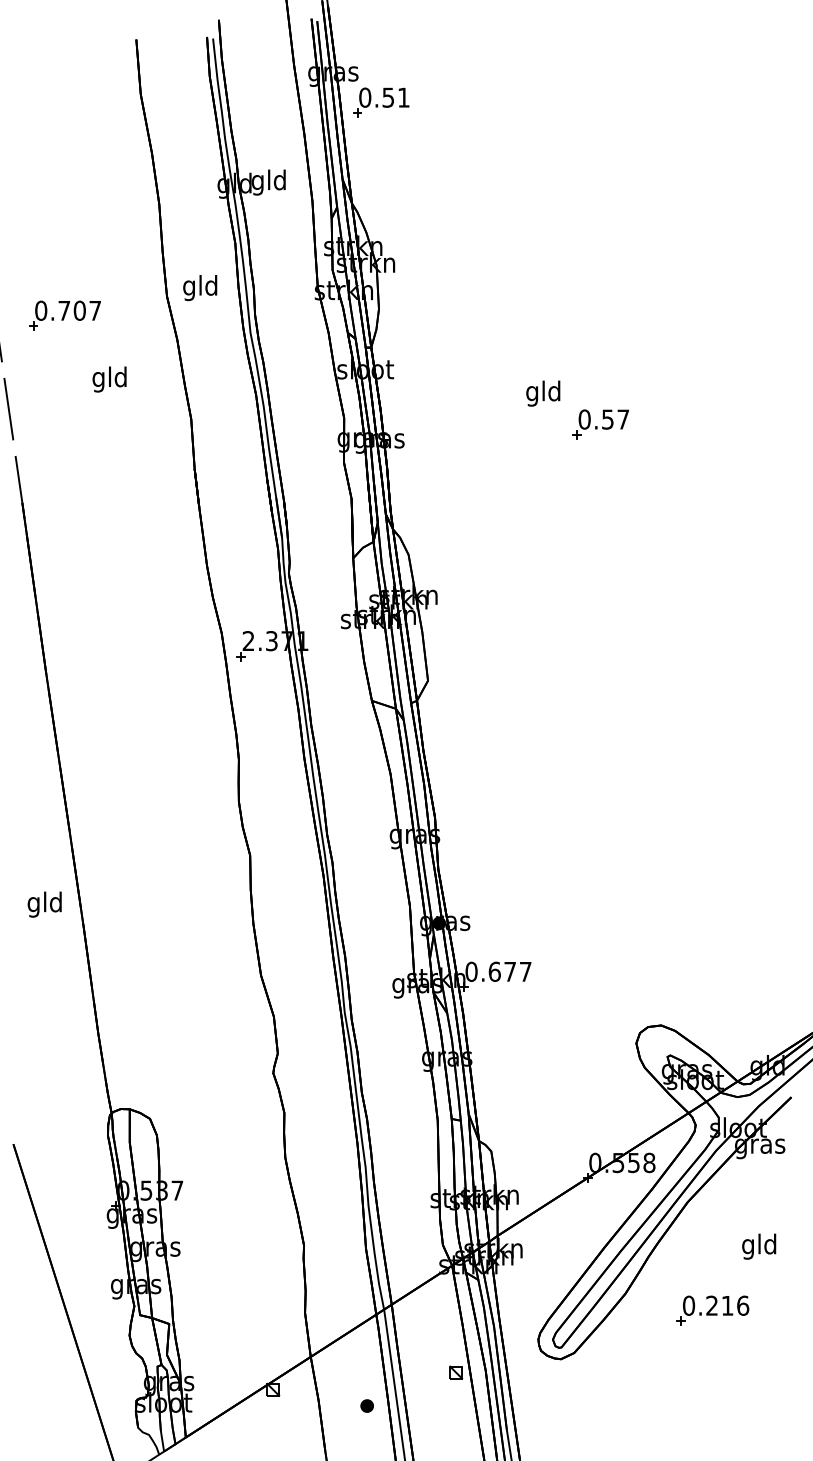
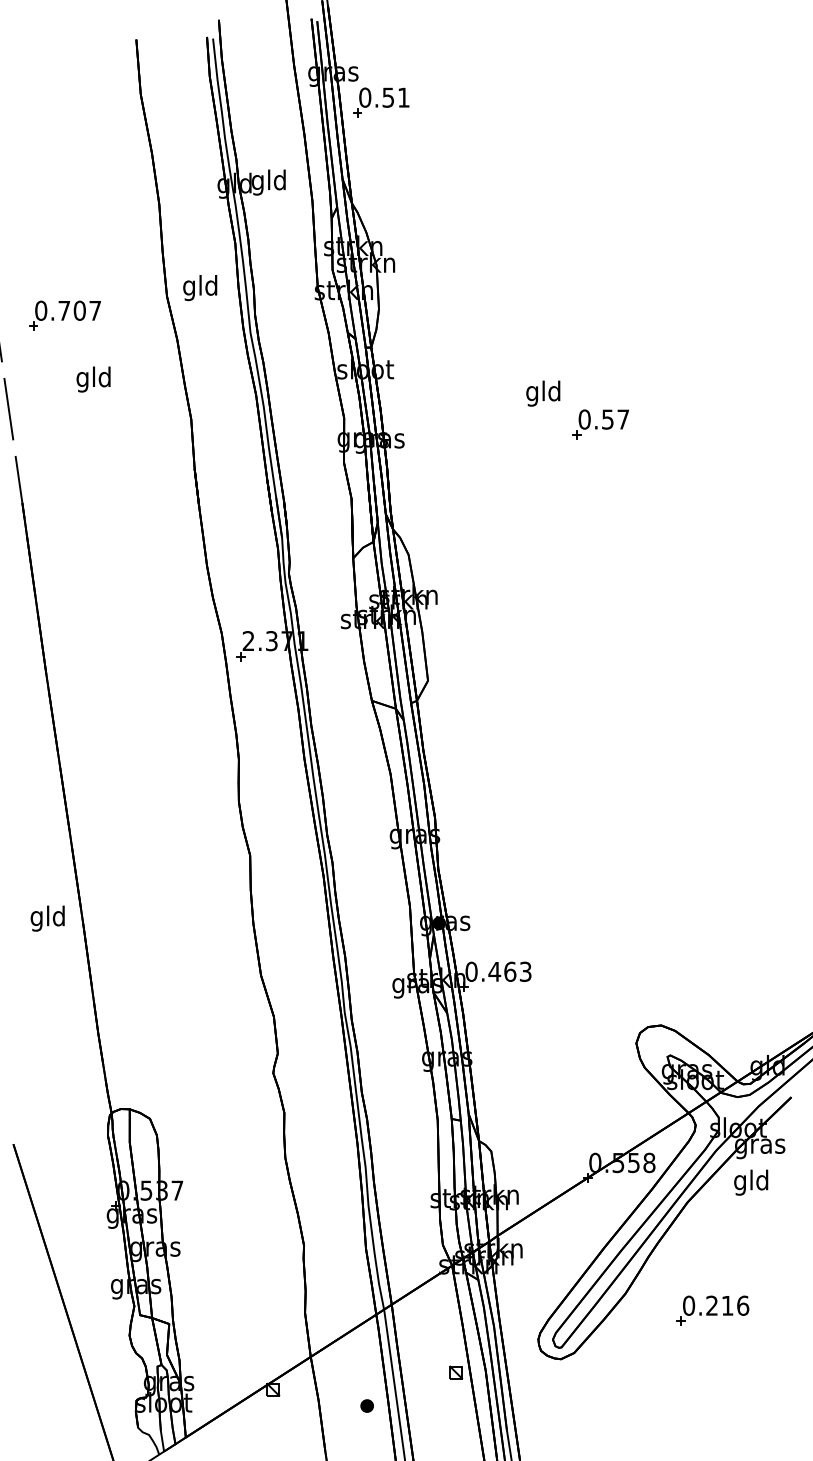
text at (109, 379) position: (109, 379) -> (93, 379)
text at (44, 904) position: (44, 904) -> (47, 918)
text at (509, 971): 0.677 -> 0.463
text at (759, 1246) position: (759, 1246) -> (751, 1182)
